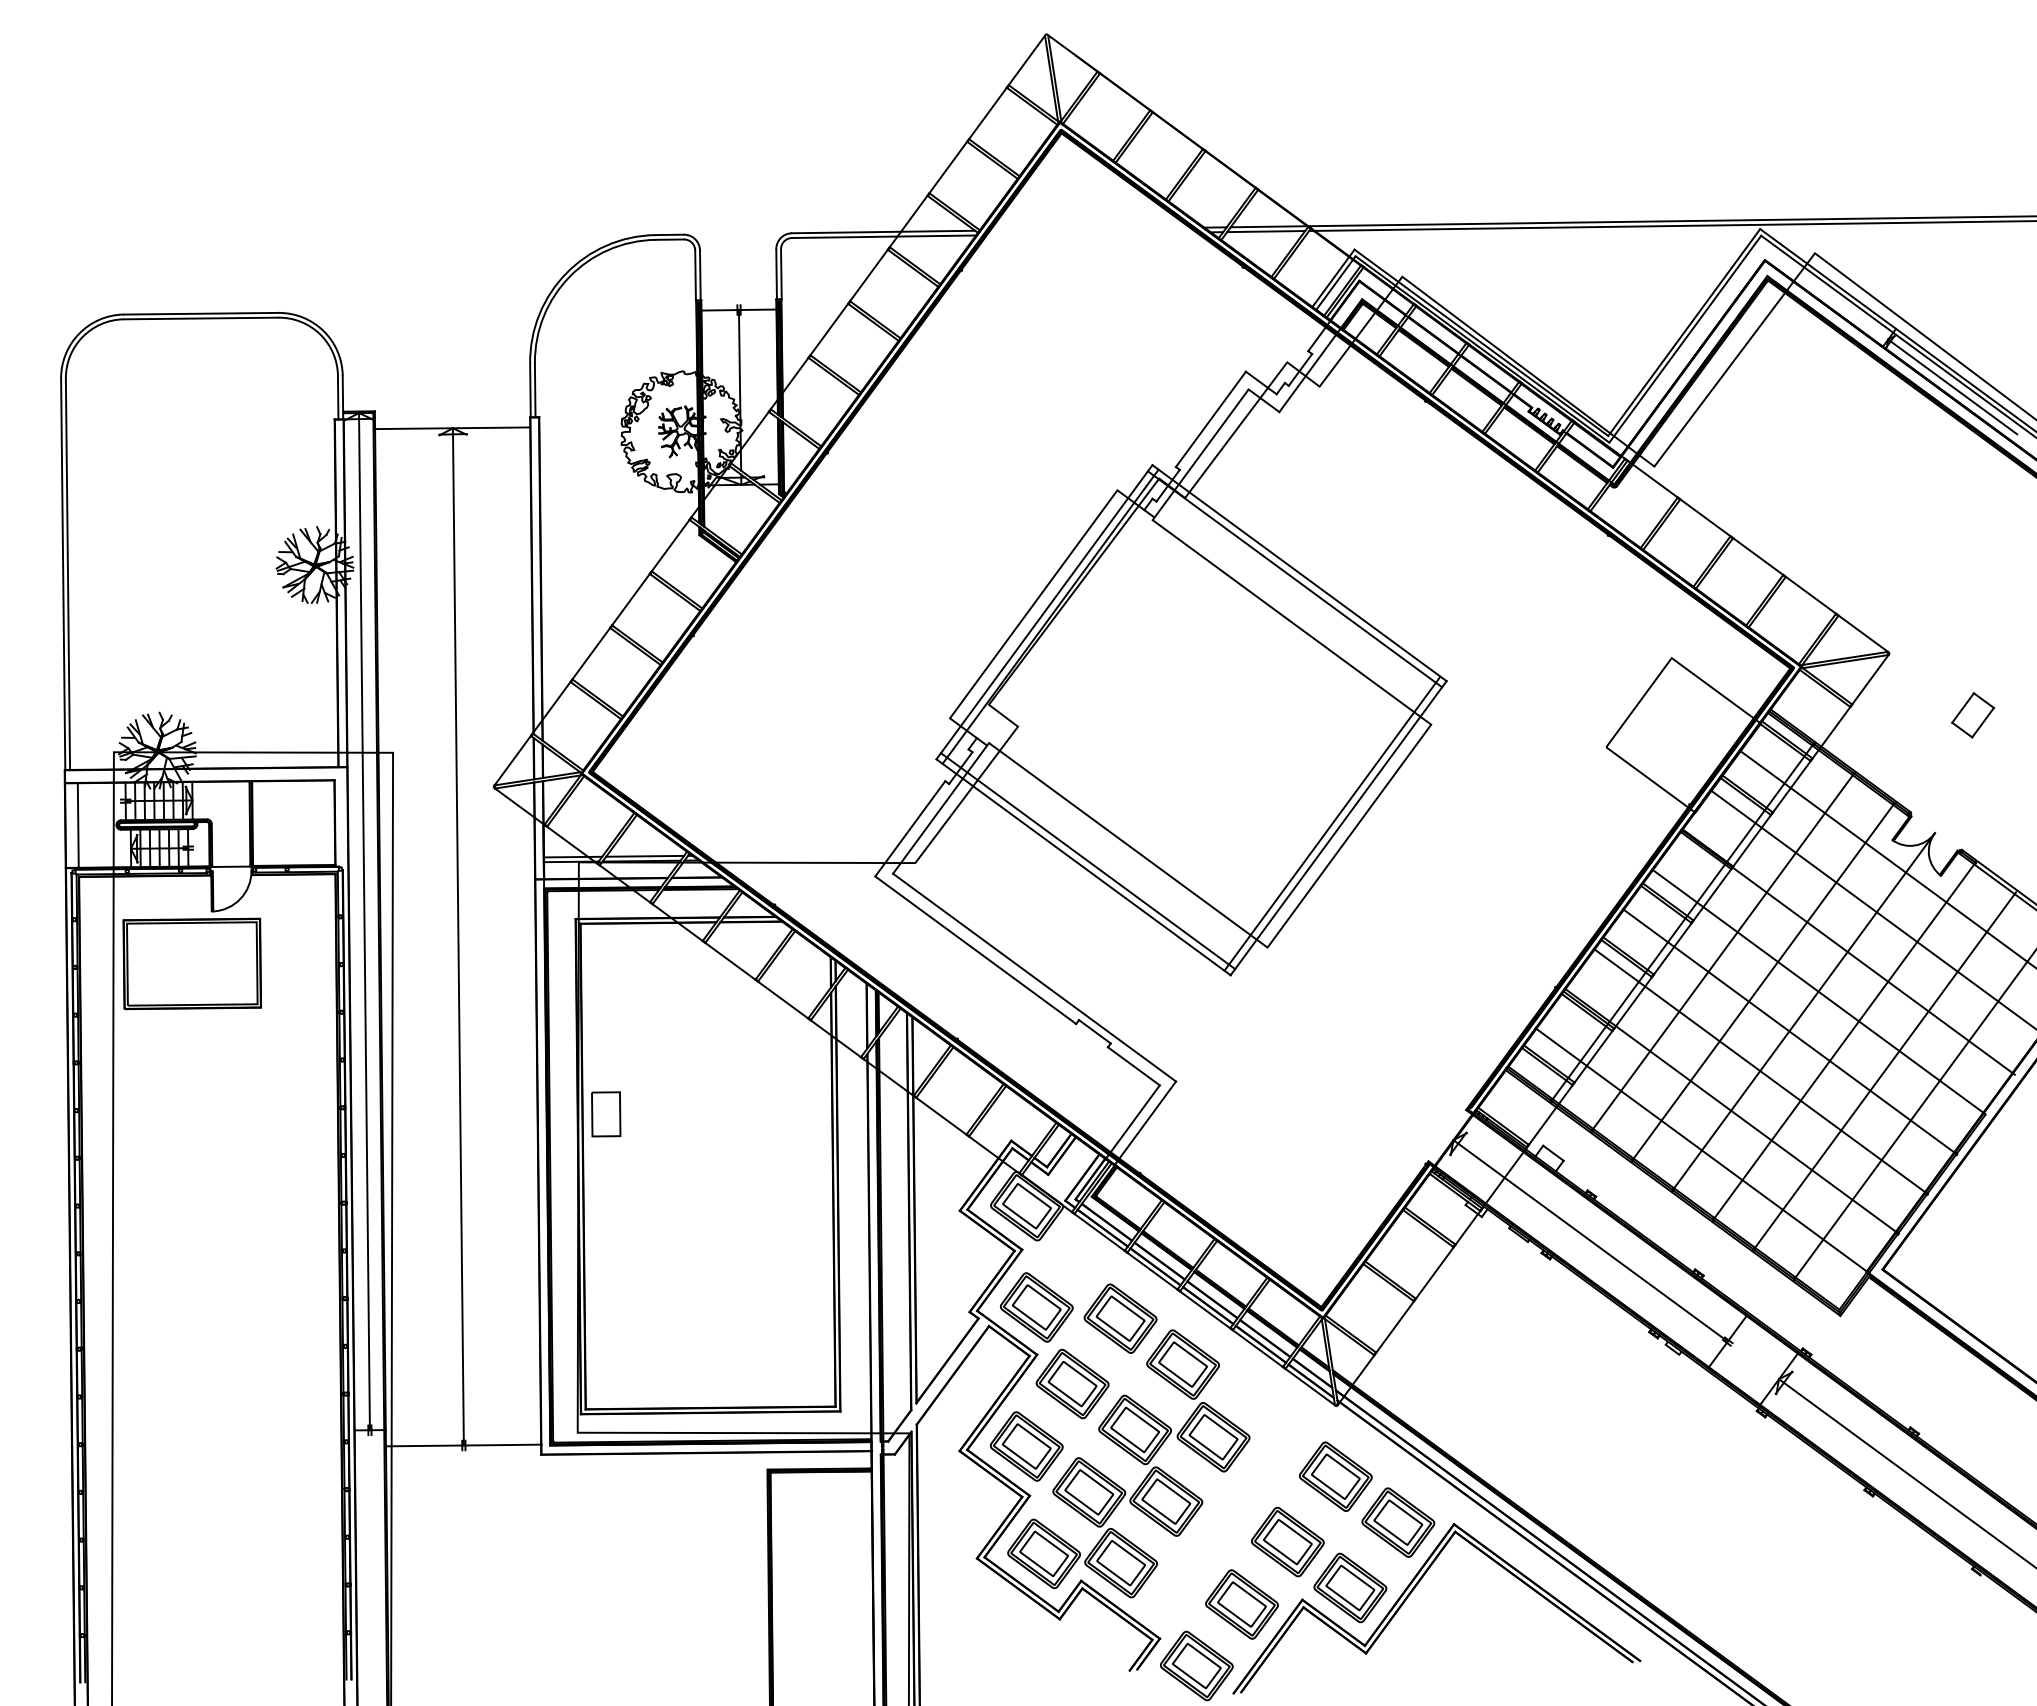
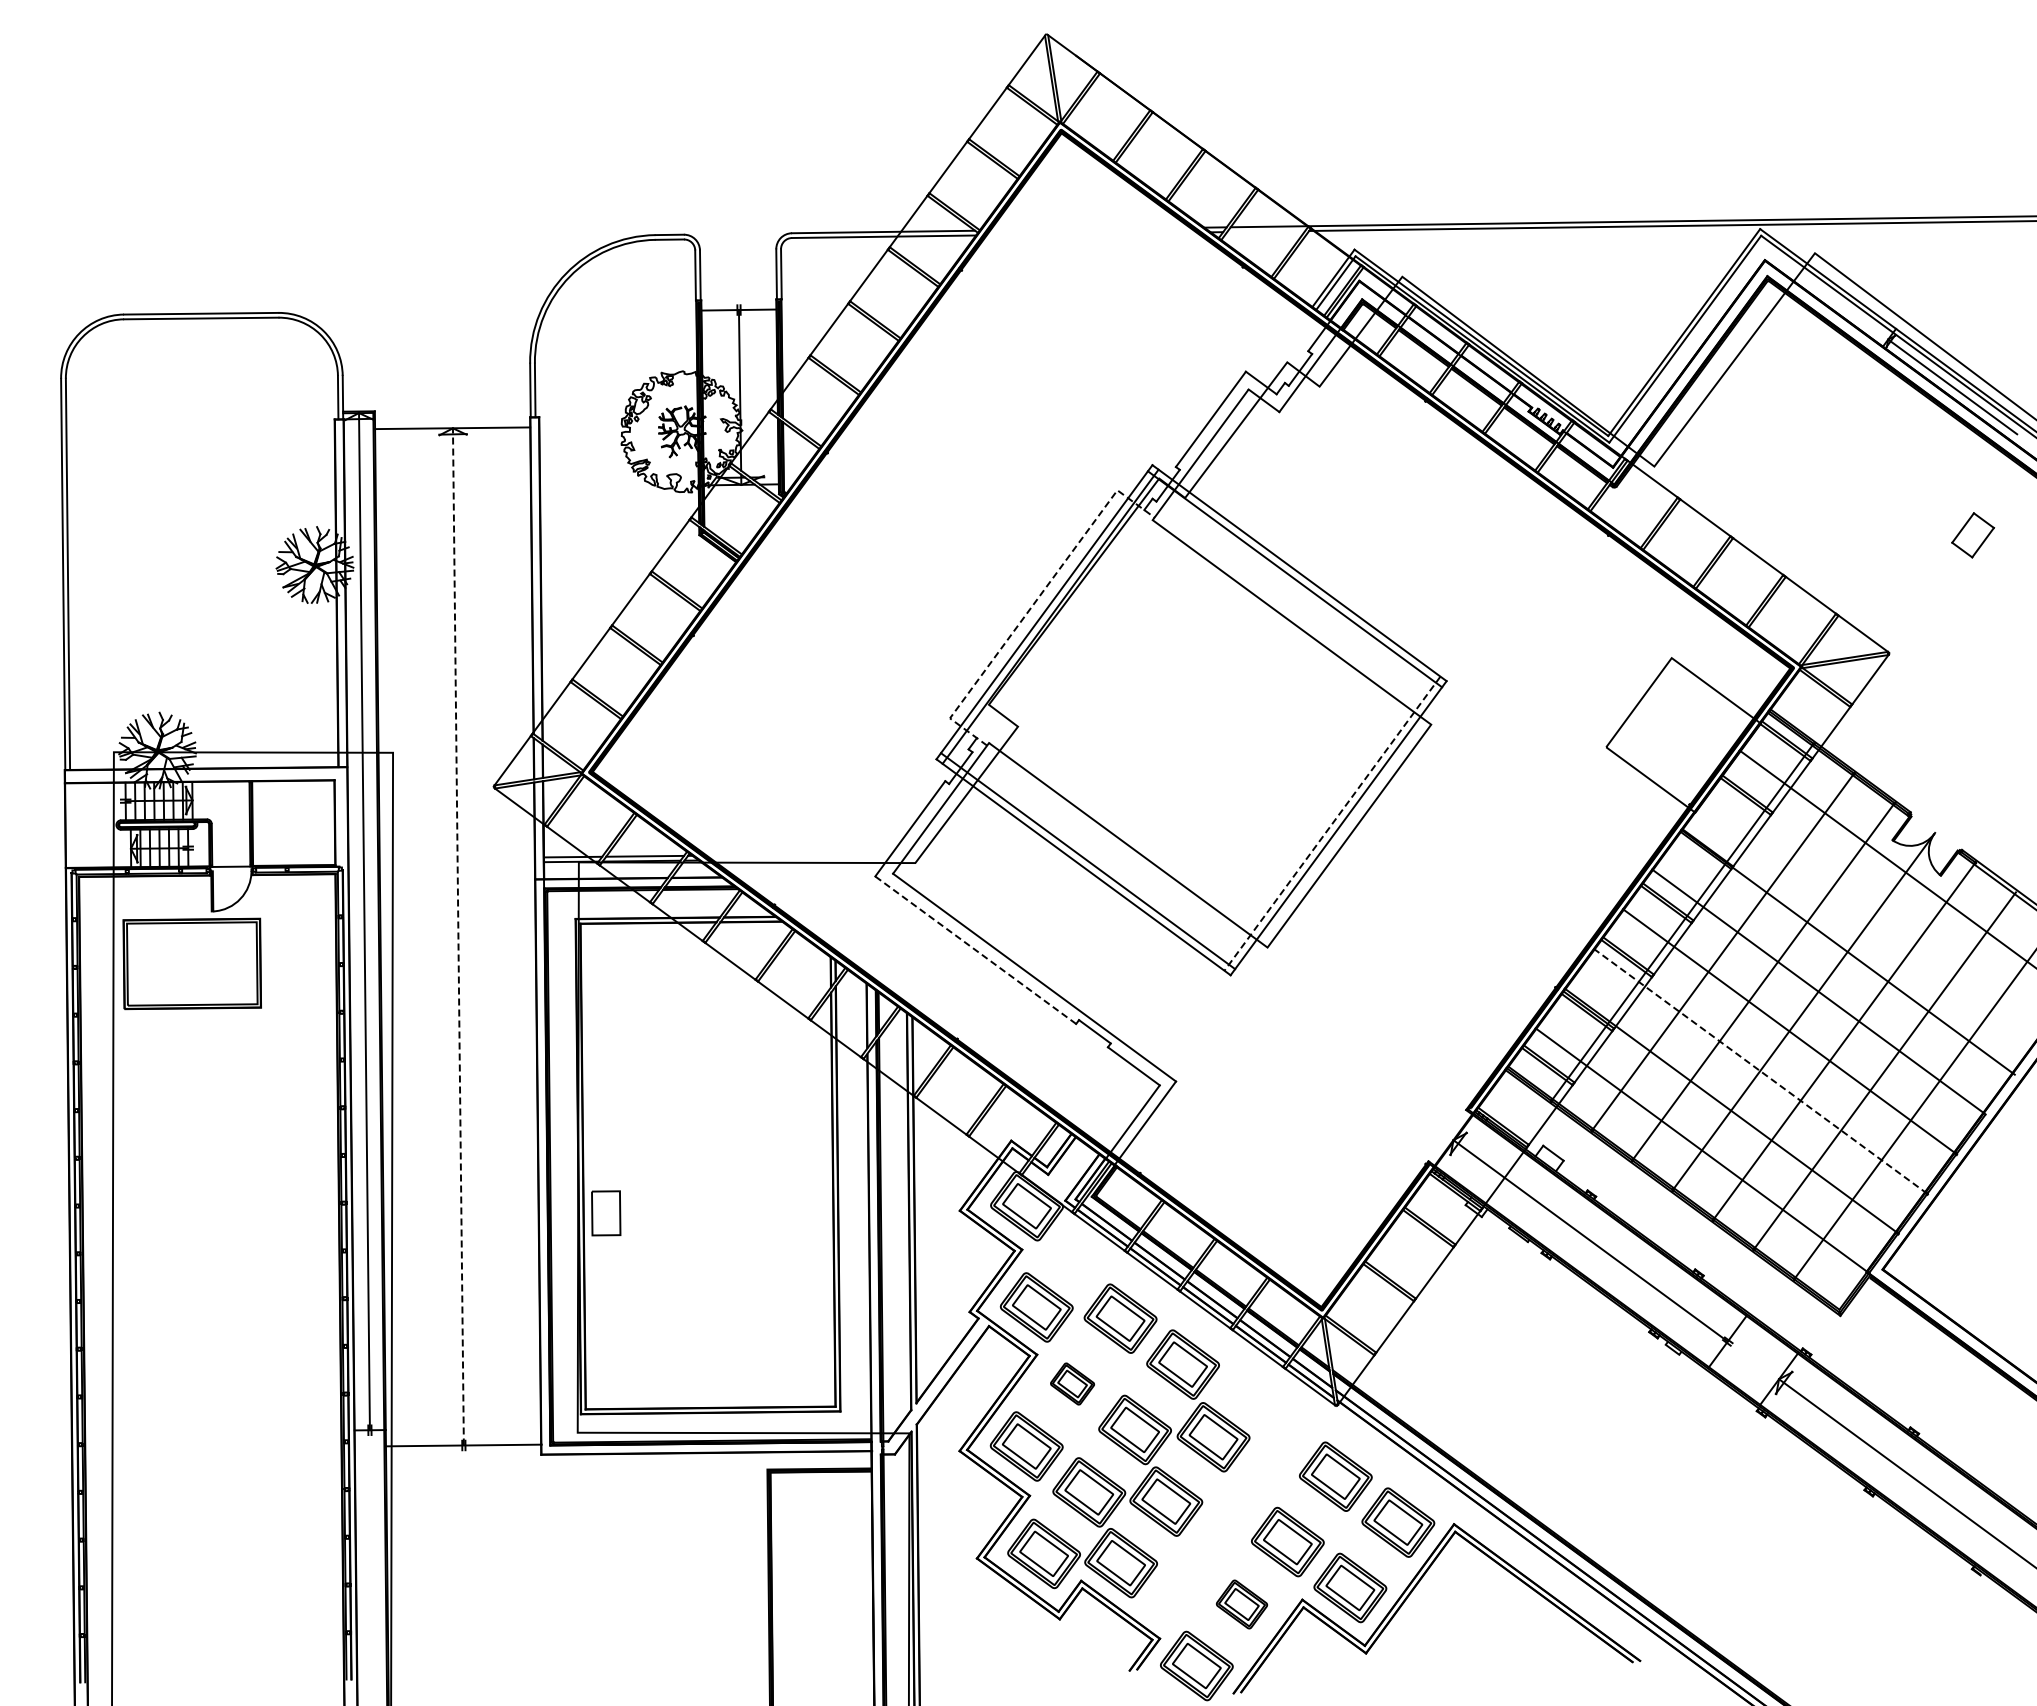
line at (1266, 231): present -> none
line at (1034, 603): solid -> dashed
part at (1973, 715) position: (1973, 715) -> (1973, 535)
line at (1332, 824): solid -> dashed
line at (77, 825): present -> none
line at (1871, 908): present -> none
line at (458, 936): solid -> dashed
line at (975, 950): solid -> dashed
line at (1760, 1071): solid -> dashed
part at (606, 1114) position: (606, 1114) -> (606, 1213)
part at (1072, 1383) size: 75x72 px -> 45x44 px
part at (1241, 1604) size: 74x71 px -> 52x51 px
